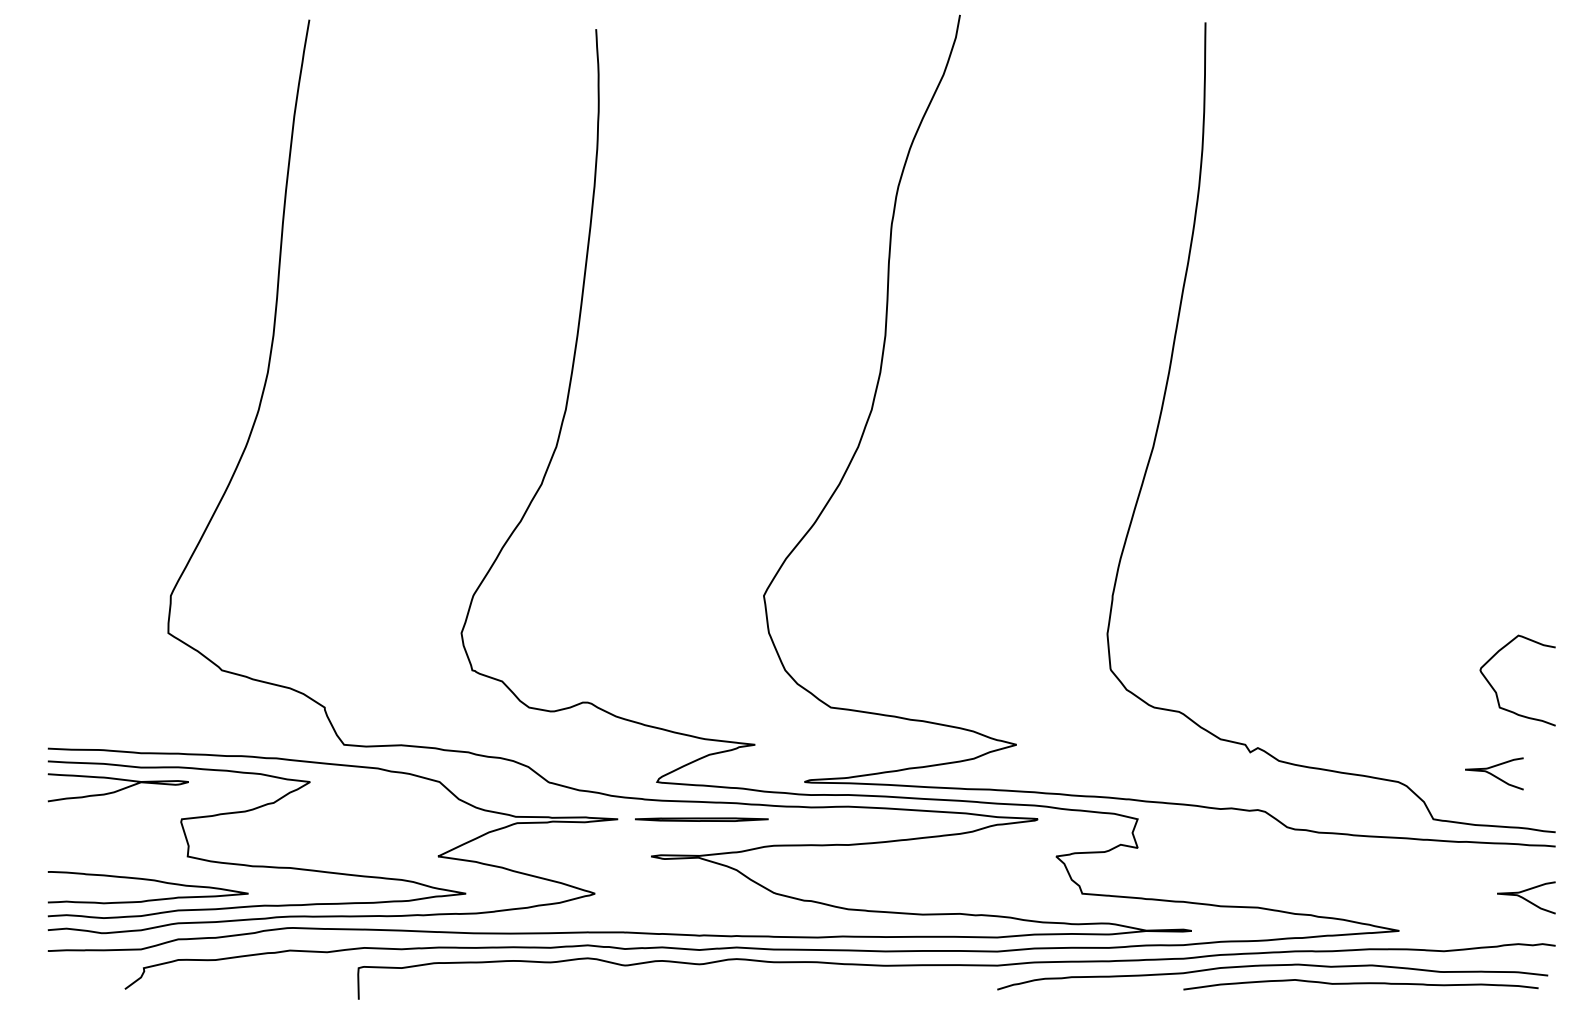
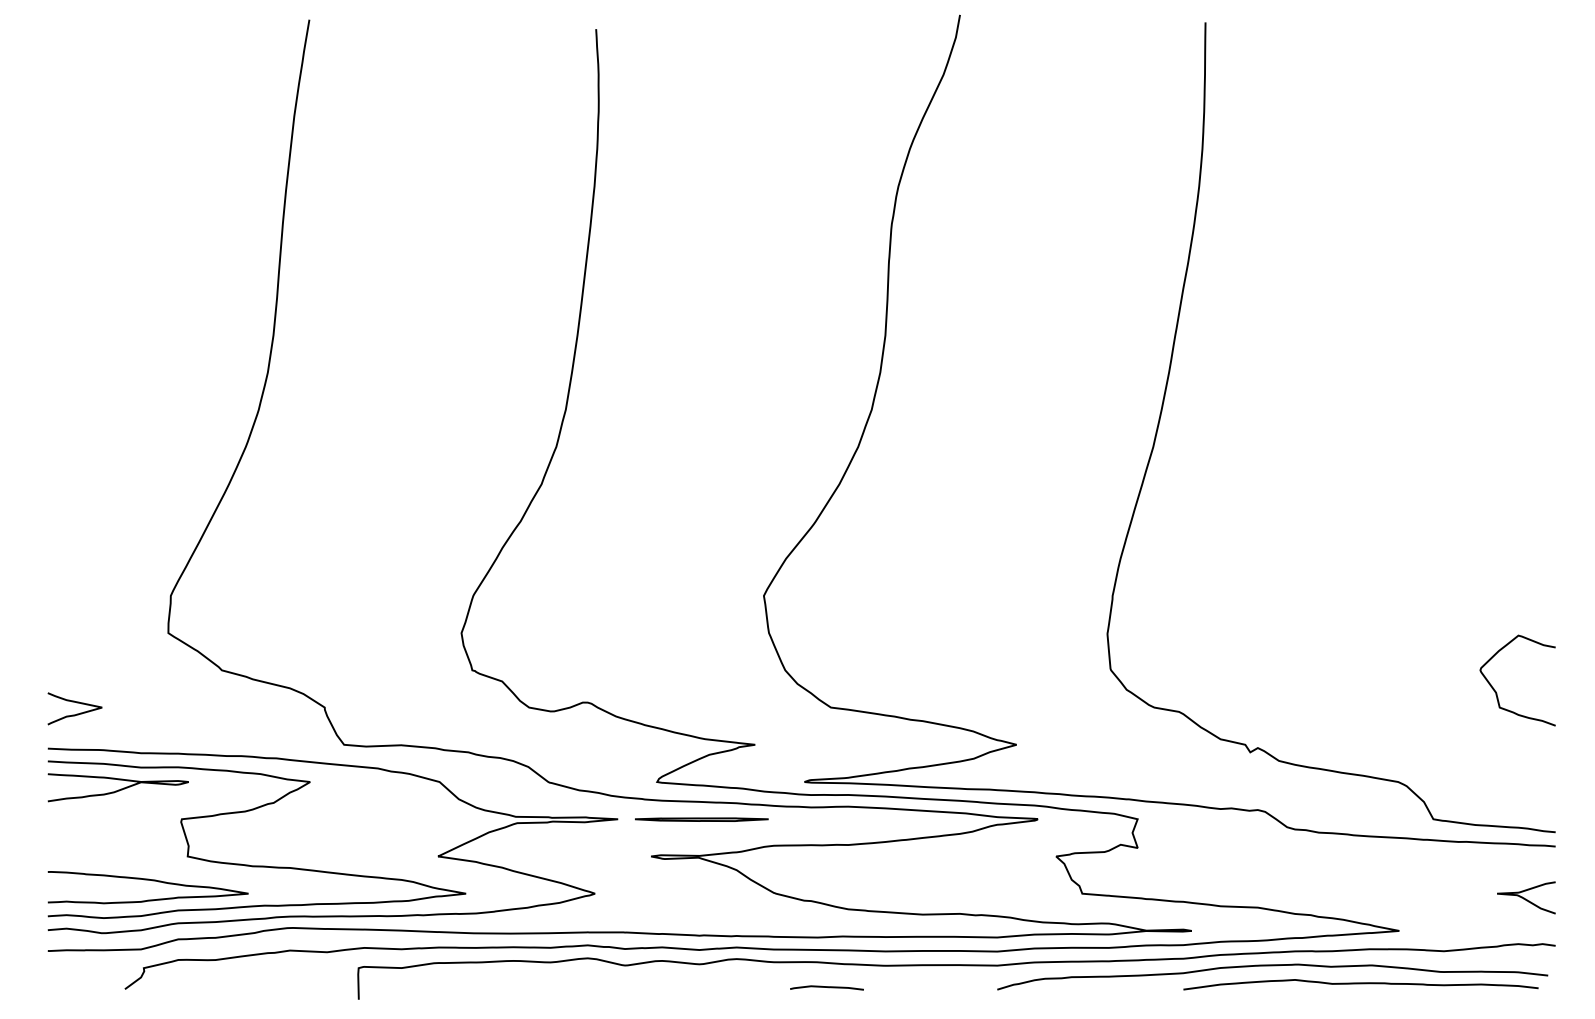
curve at (76, 703): none -> present
curve at (1493, 774): present -> none
curve at (826, 987): none -> present
